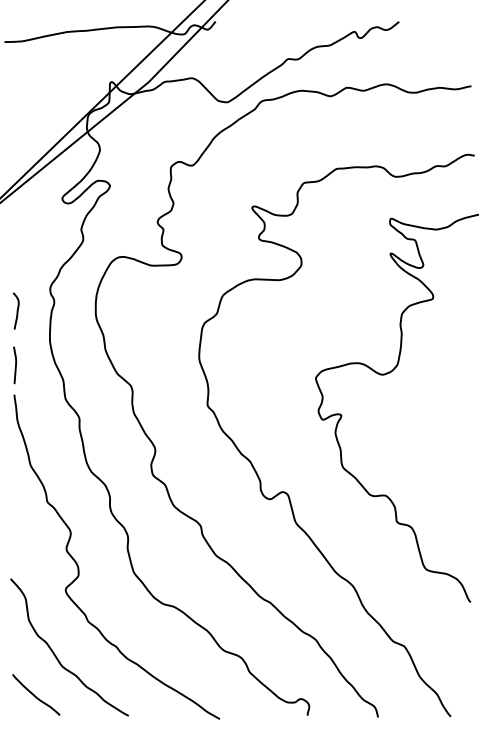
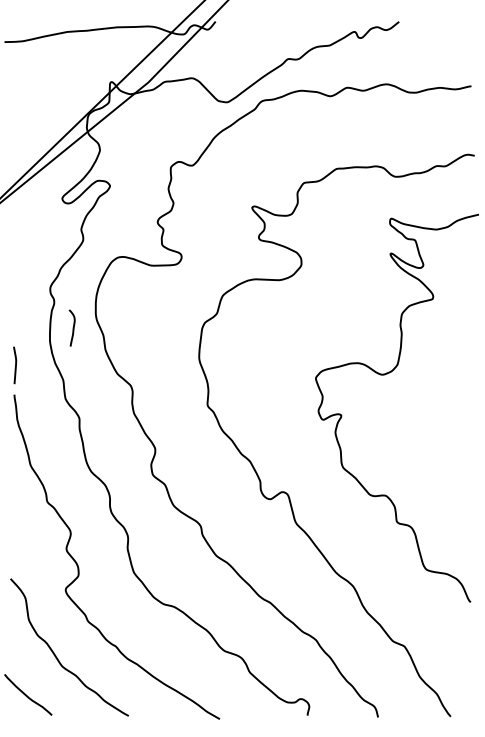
curve at (16, 310) position: (16, 310) -> (72, 327)
curve at (35, 695) position: (35, 695) -> (27, 695)
